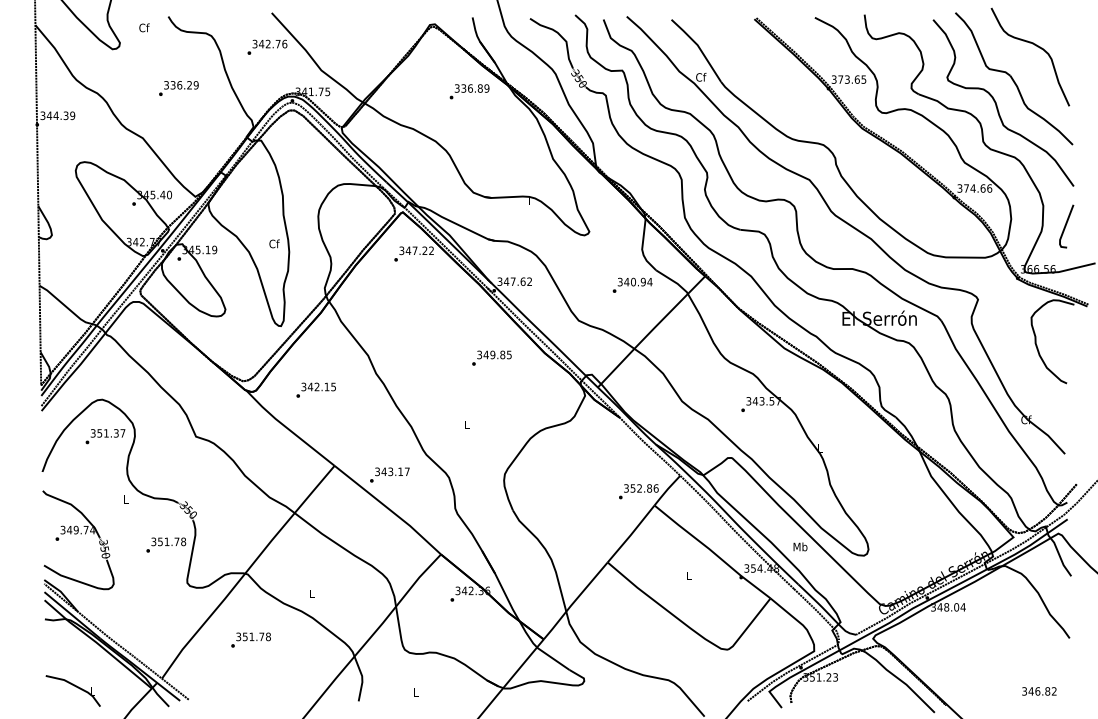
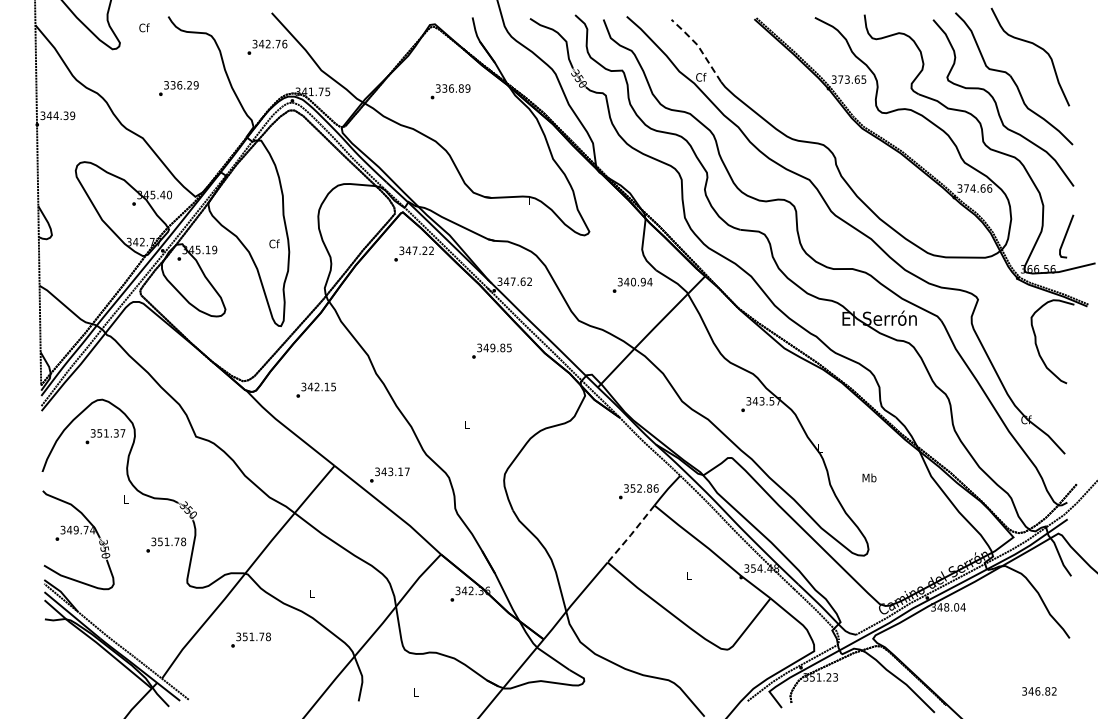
line at (698, 46): solid -> dashed
text at (469, 91) position: (469, 91) -> (450, 91)
line at (1066, 226) position: (1066, 226) -> (1066, 236)
text at (491, 357) position: (491, 357) -> (491, 350)
line at (631, 534): solid -> dashed
text at (800, 546) position: (800, 546) -> (869, 477)
part at (72, 690): present -> none
